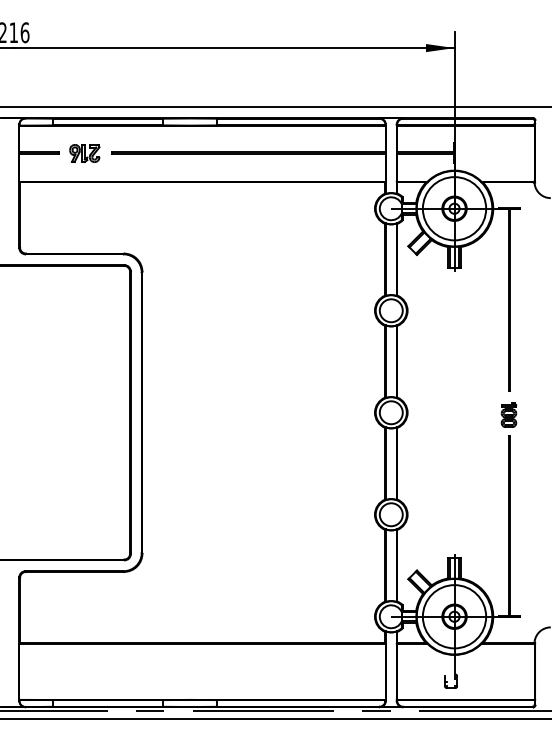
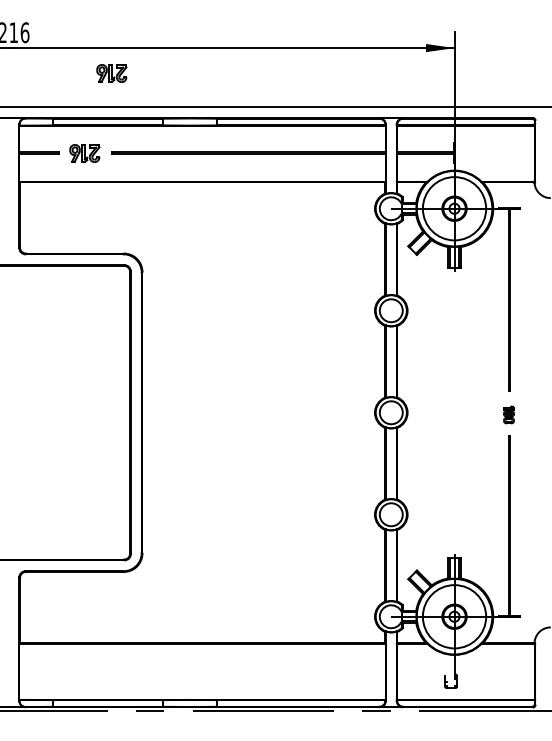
part at (111, 73): none -> present
part at (508, 414) size: 18x26 px -> 12x20 px
line at (275, 718): present -> none
